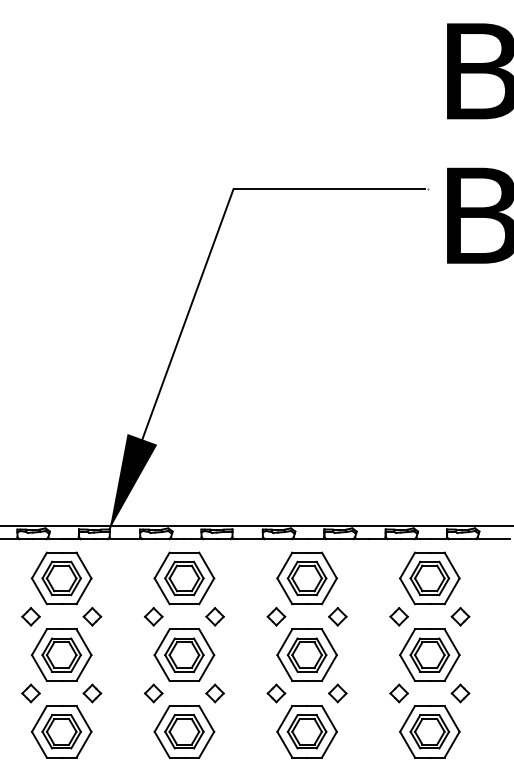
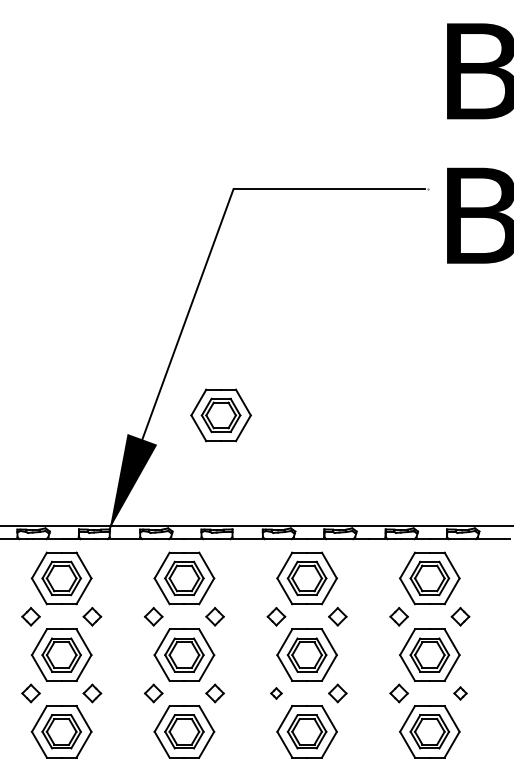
part at (220, 415): none -> present
part at (276, 693) size: 21x21 px -> 13x13 px
part at (460, 693) size: 21x21 px -> 15x15 px
